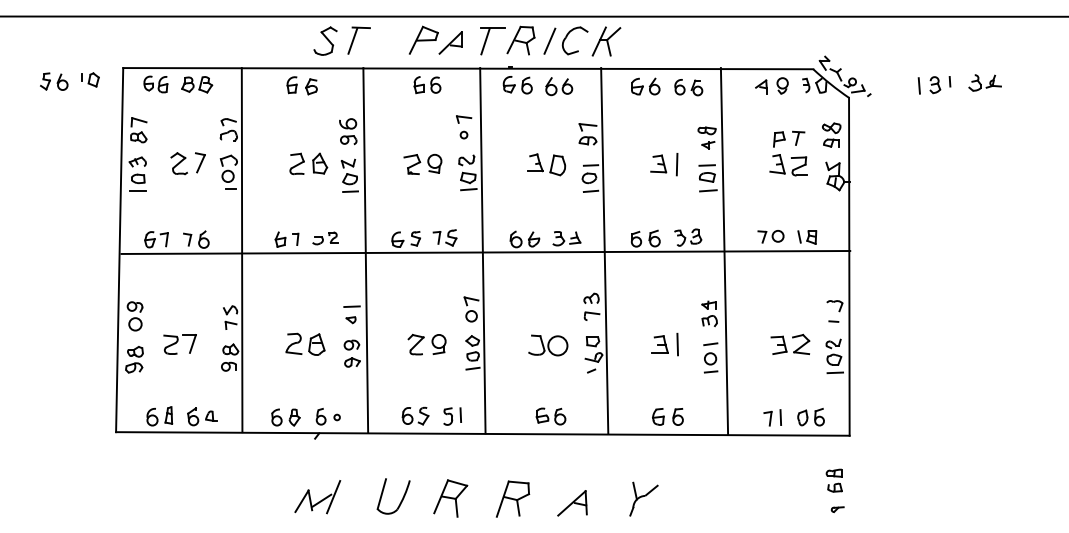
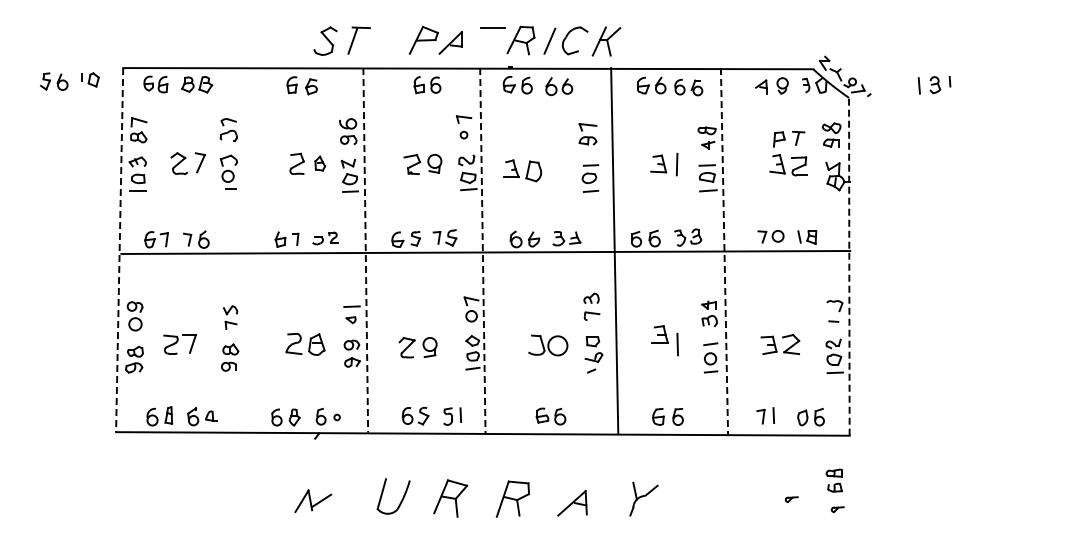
line at (533, 16): present -> none
line at (485, 41): present -> none
part at (984, 82): present -> none
part at (645, 86) position: (645, 86) -> (651, 85)
part at (320, 163) size: 17x23 px -> 13x17 px
part at (546, 164) position: (546, 164) -> (522, 170)
line at (119, 250): solid -> dashed
line at (241, 250): present -> none
line at (365, 250): solid -> dashed
line at (482, 250): solid -> dashed
line at (604, 250) position: (604, 250) -> (614, 250)
line at (724, 251): solid -> dashed
line at (849, 266): solid -> dashed
part at (790, 343) position: (790, 343) -> (780, 343)
part at (426, 344) position: (426, 344) -> (417, 347)
part at (659, 344) position: (659, 344) -> (659, 334)
part at (772, 417) position: (772, 417) -> (765, 415)
line at (333, 497): present -> none
part at (791, 499): none -> present
